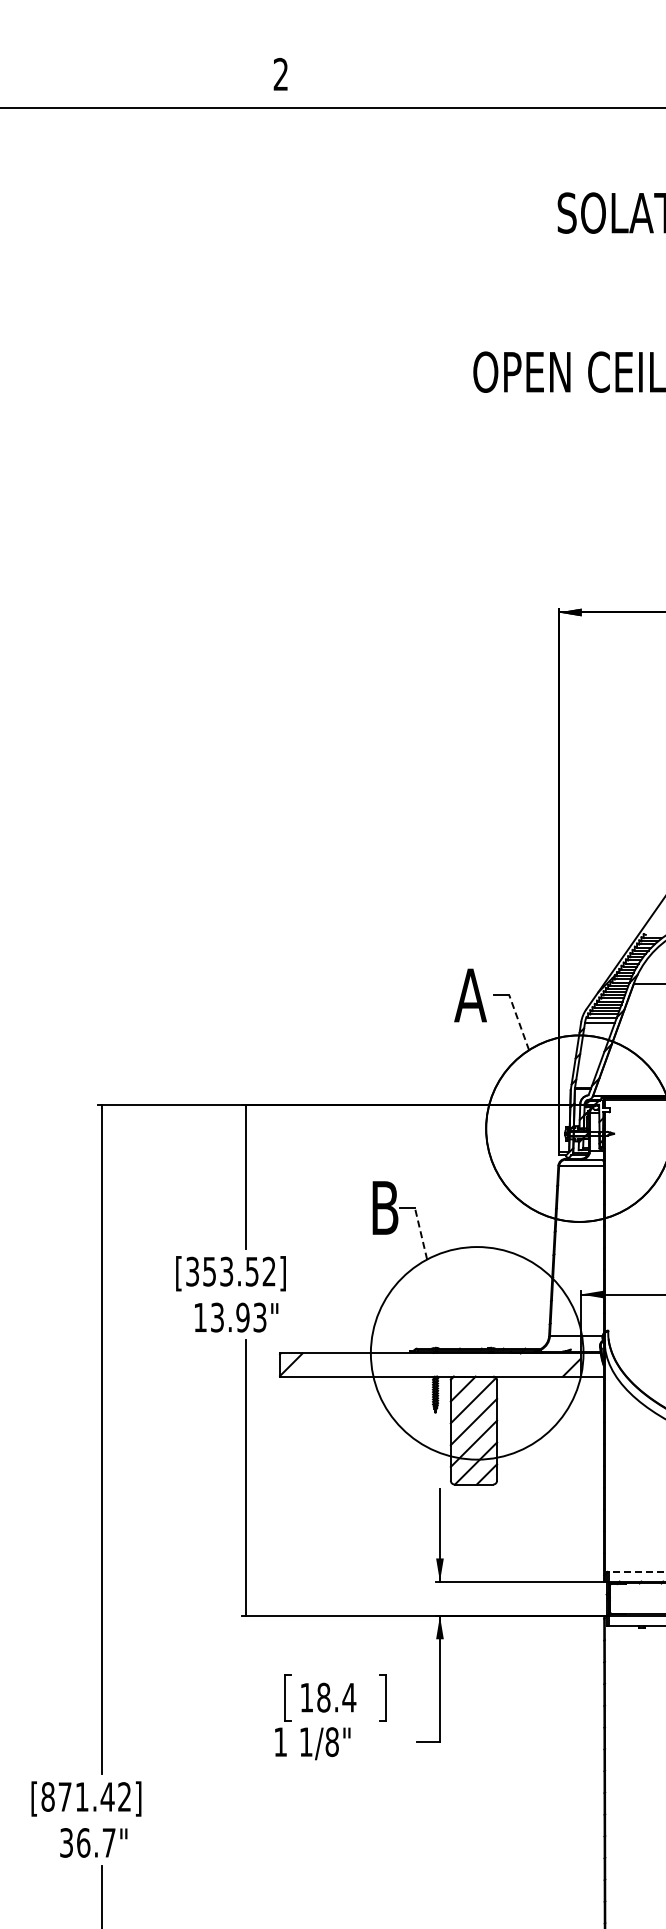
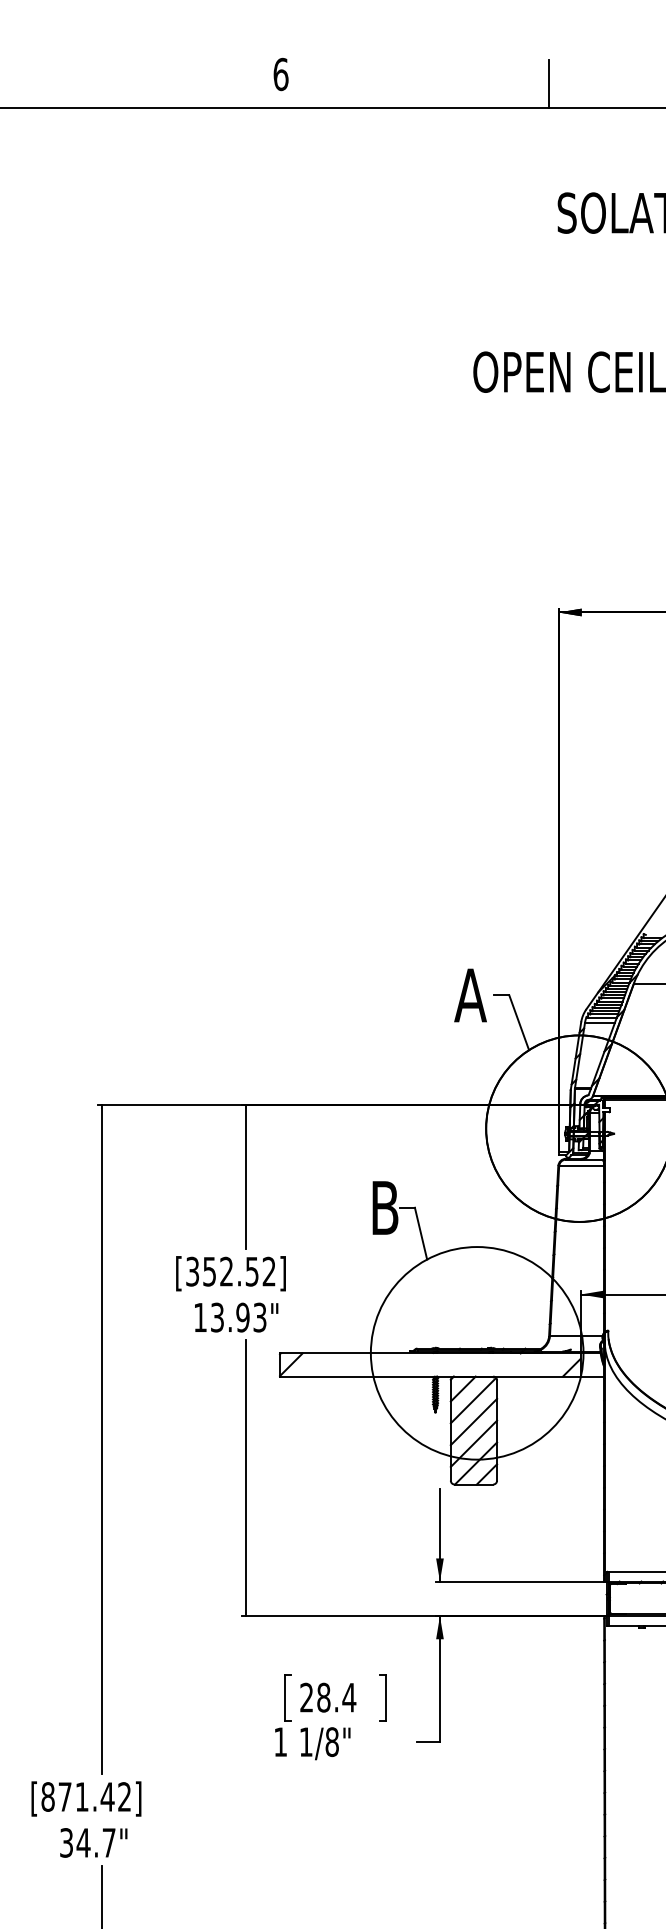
text at (280, 74): 2 -> 6
line at (548, 83): none -> present
line at (519, 1022): dashed -> solid
line at (421, 1233): dashed -> solid
text at (226, 1271): [353.52] -> [352.52]
line at (636, 1571): dashed -> solid
text at (306, 1697): 18.4 -> 28.4
text at (83, 1842): 36.7" -> 34.7"
